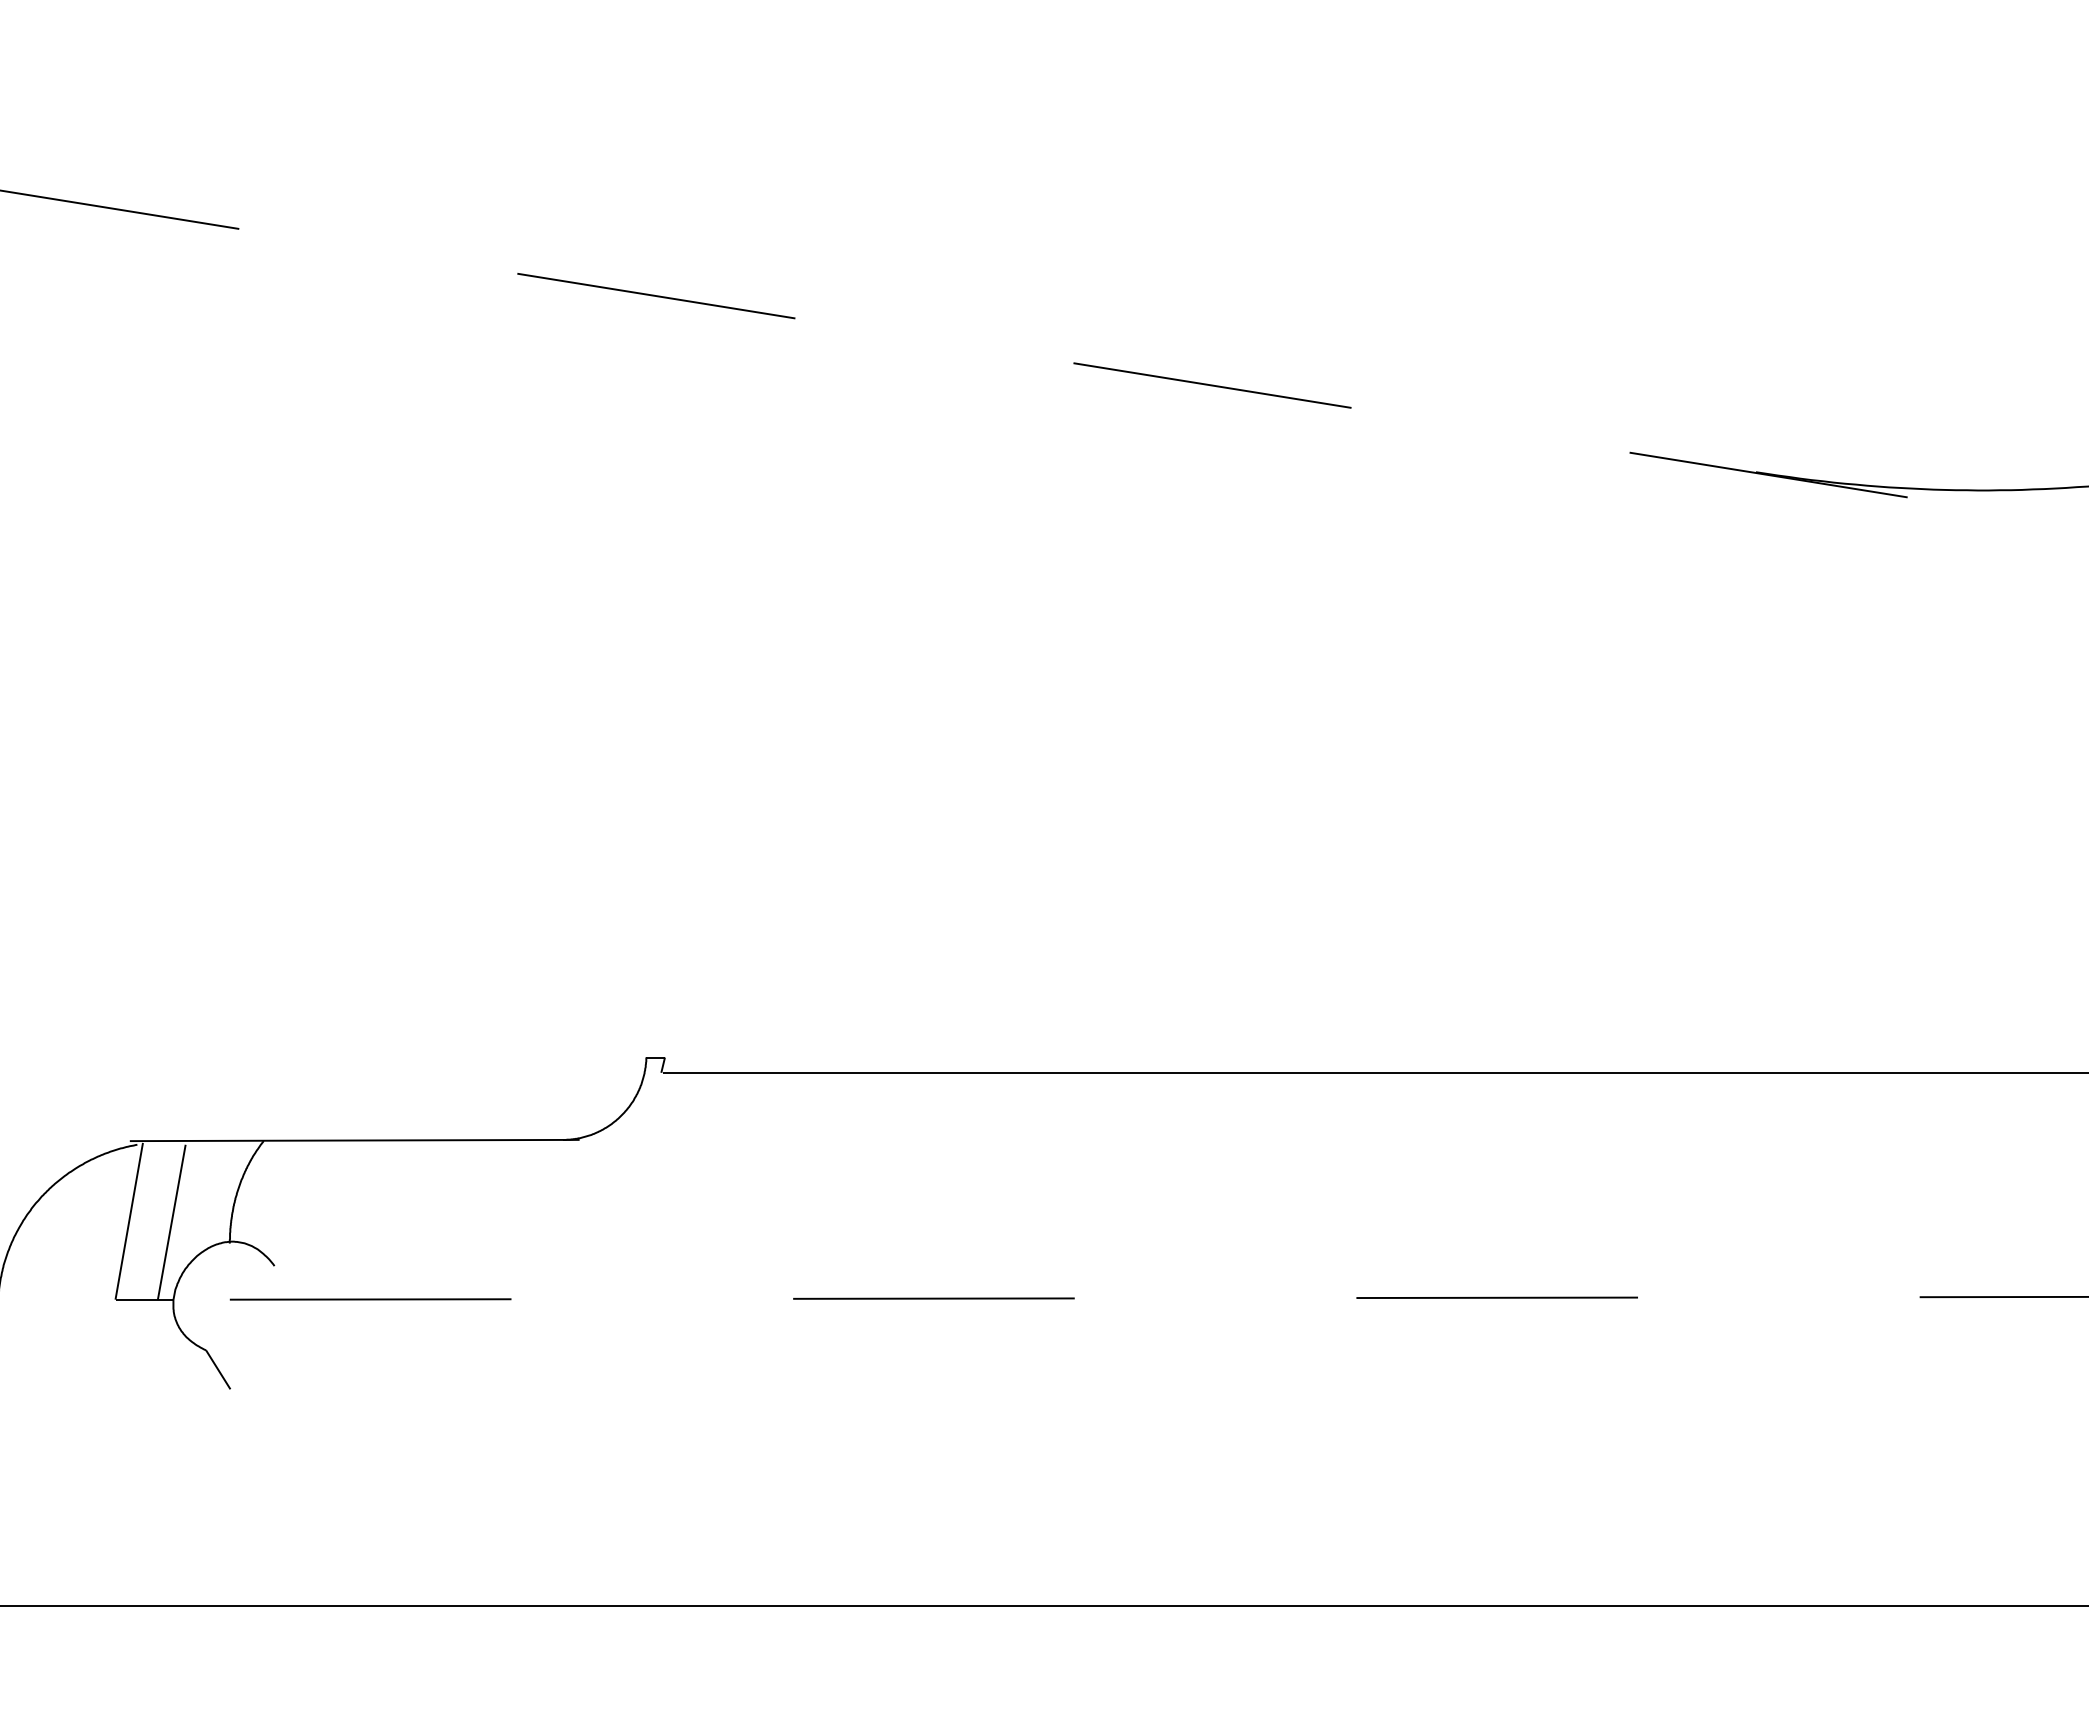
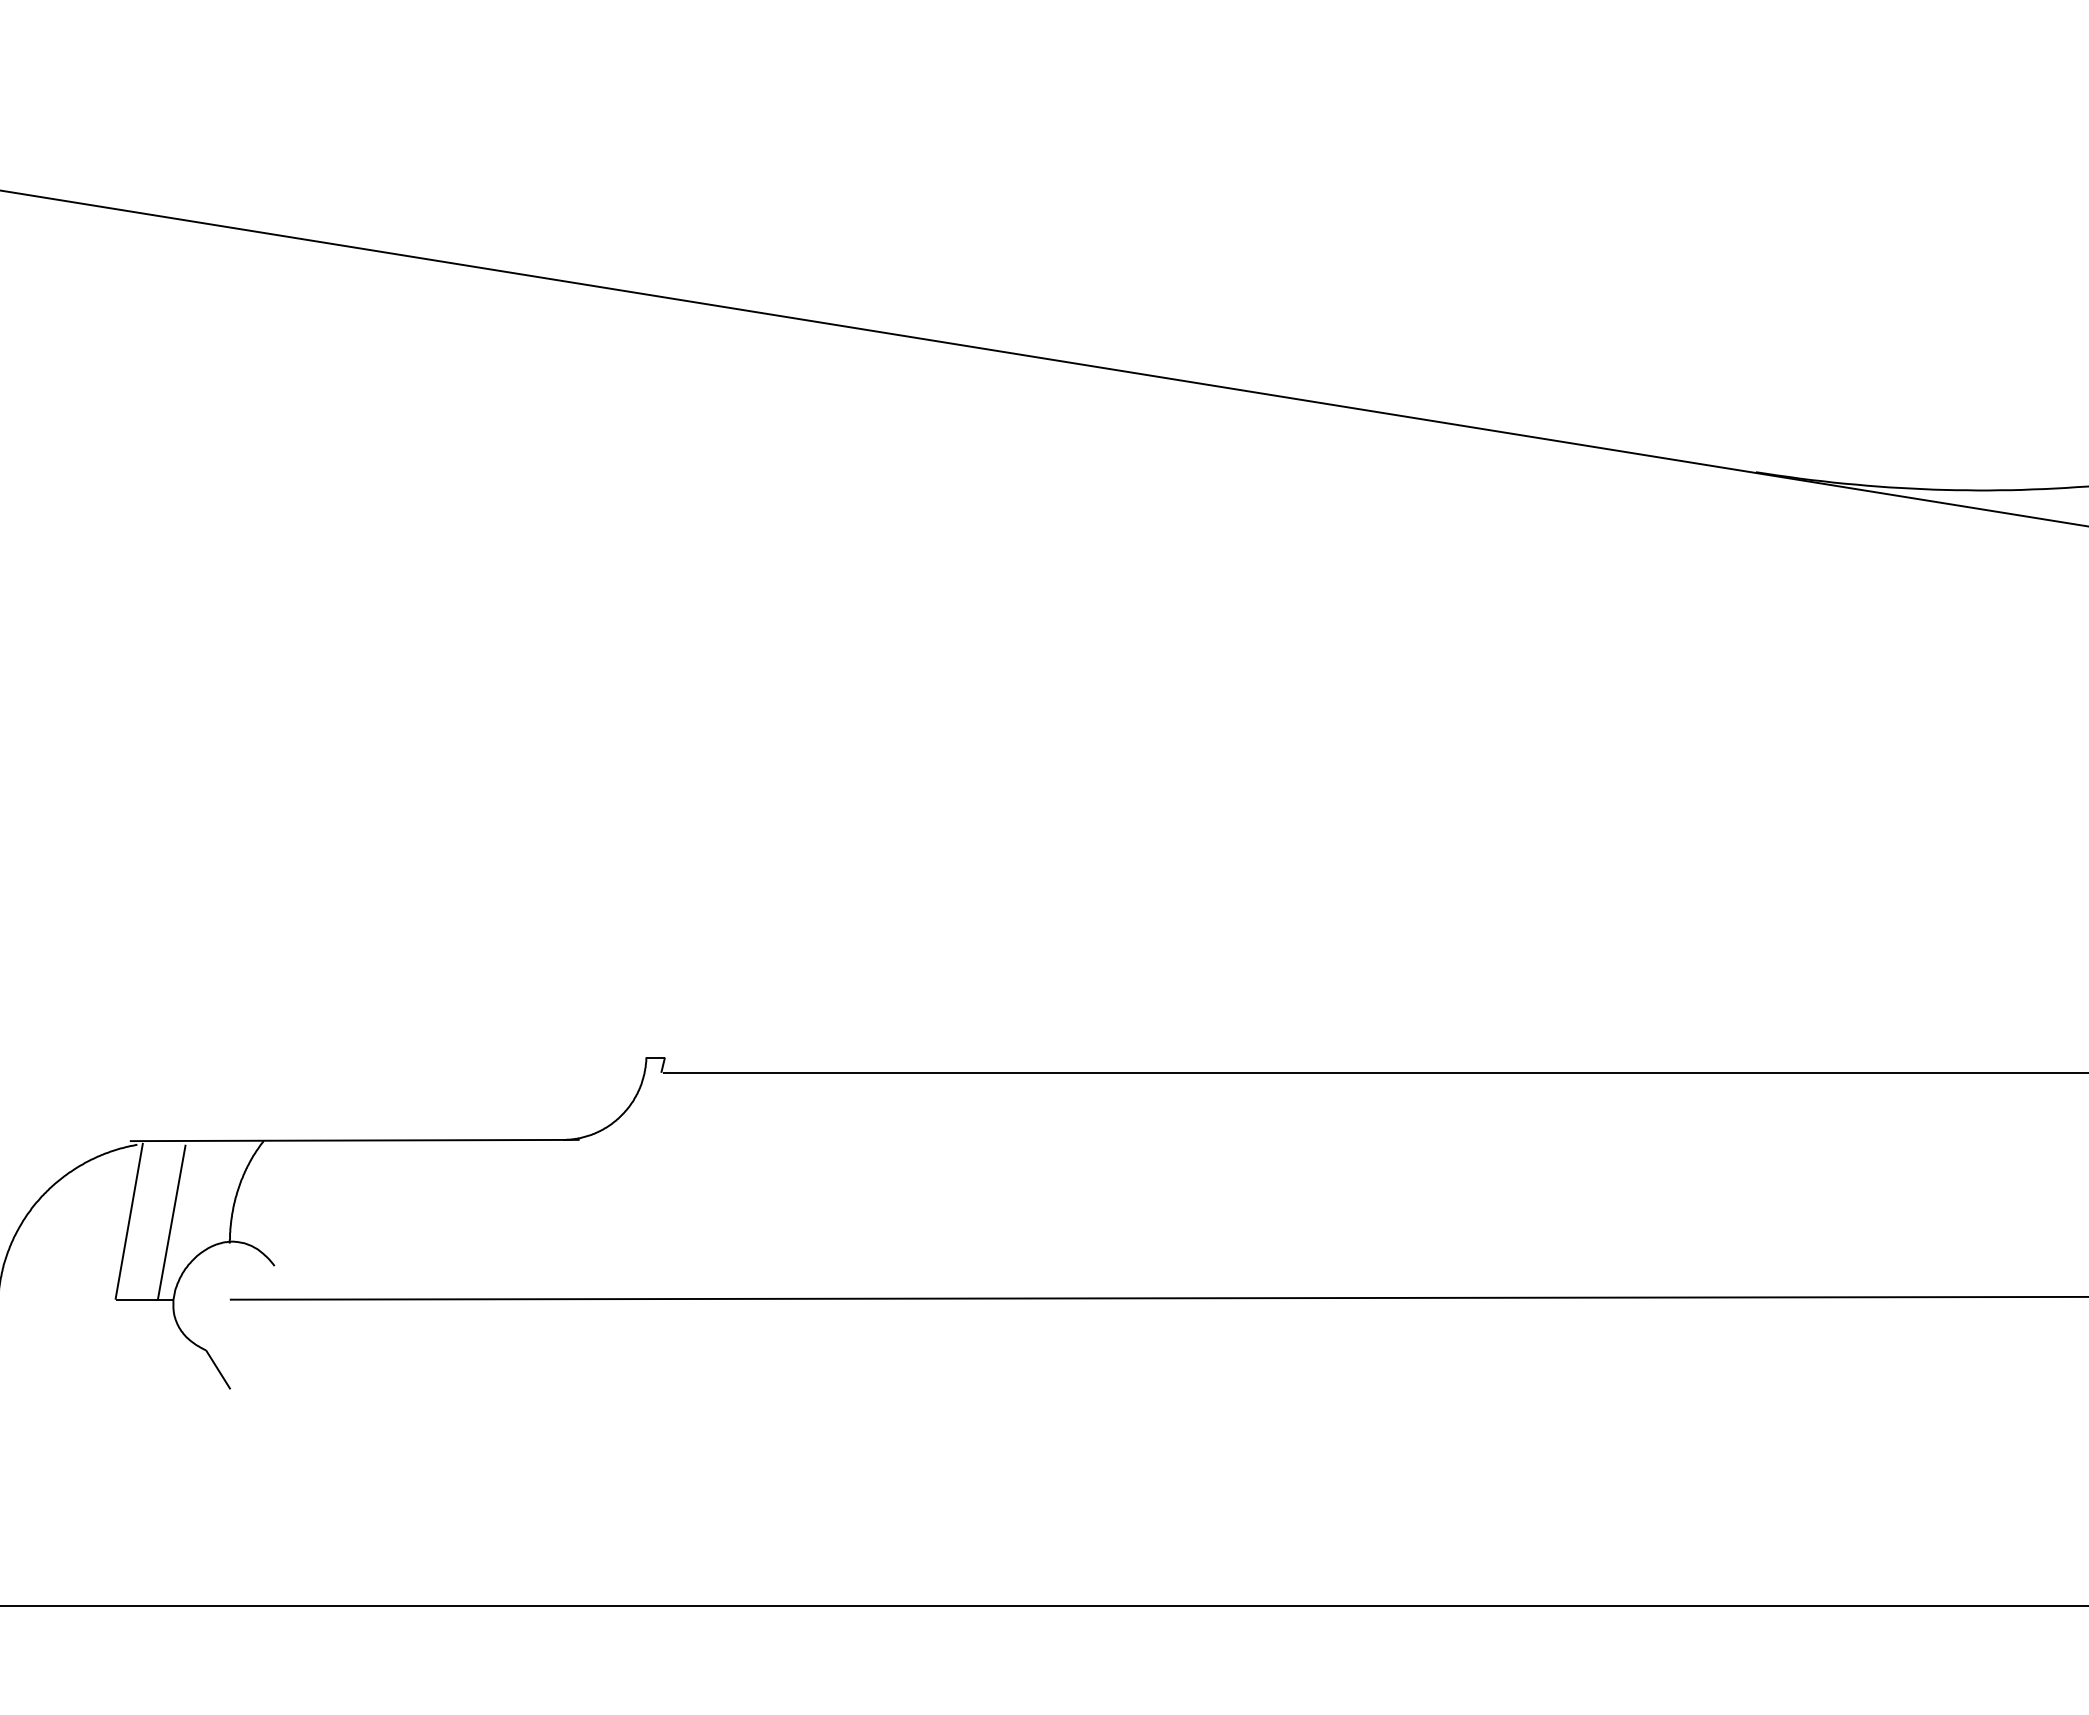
line at (1045, 358): dashed -> solid
line at (1159, 1298): dashed -> solid
